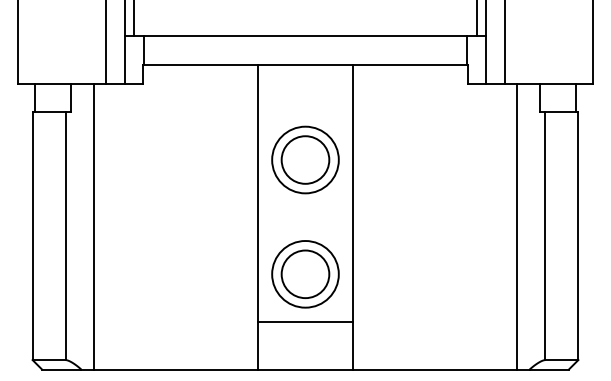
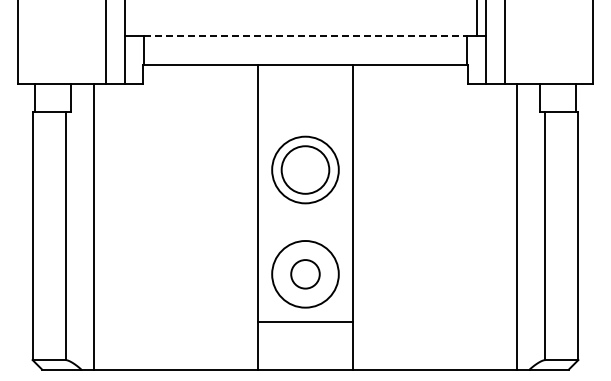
line at (134, 19): present -> none
line at (305, 36): solid -> dashed
part at (305, 159) position: (305, 159) -> (305, 169)
circle at (305, 274) diameter: 48 px -> 29 px
